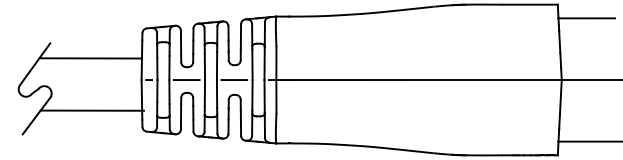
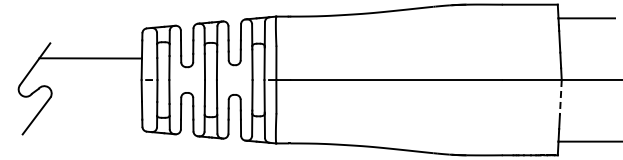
line at (186, 80): present -> none
line at (234, 80): present -> none
line at (560, 97): solid -> dashed
line at (91, 110): present -> none
